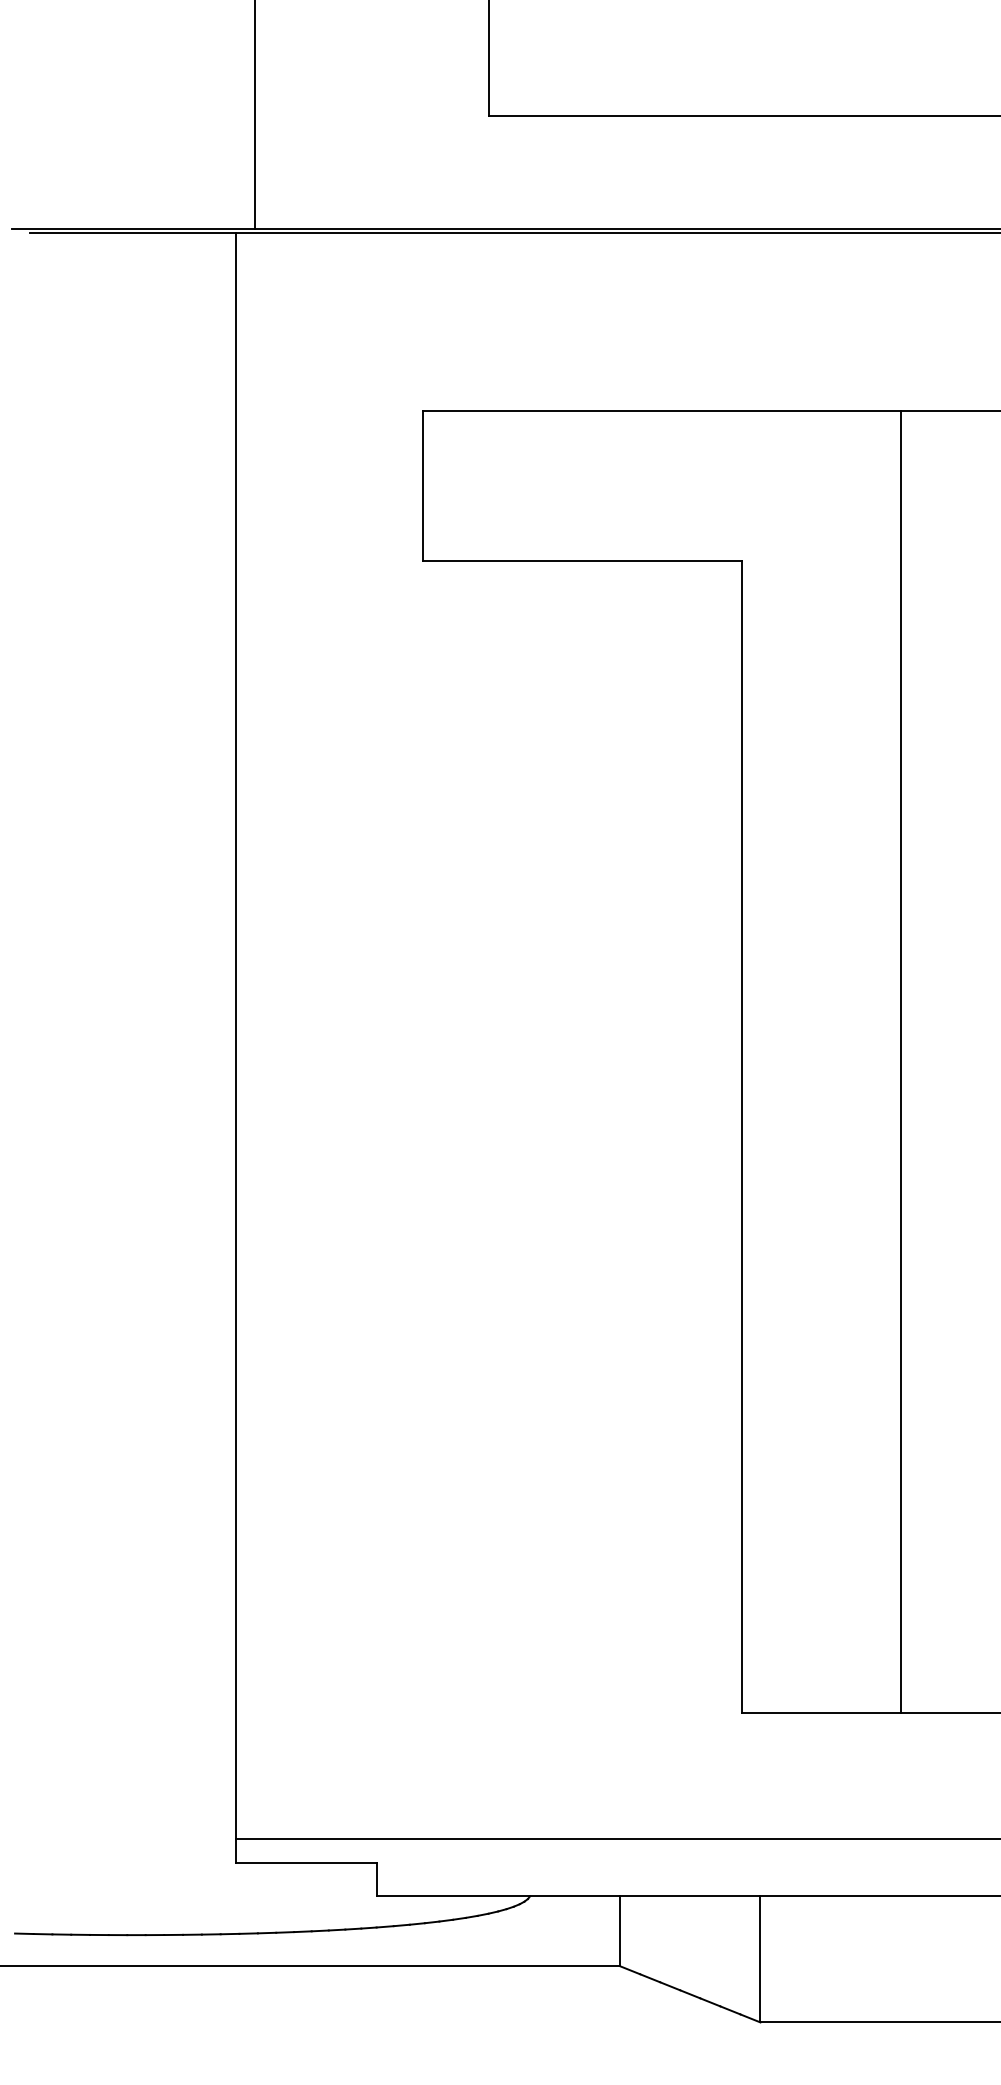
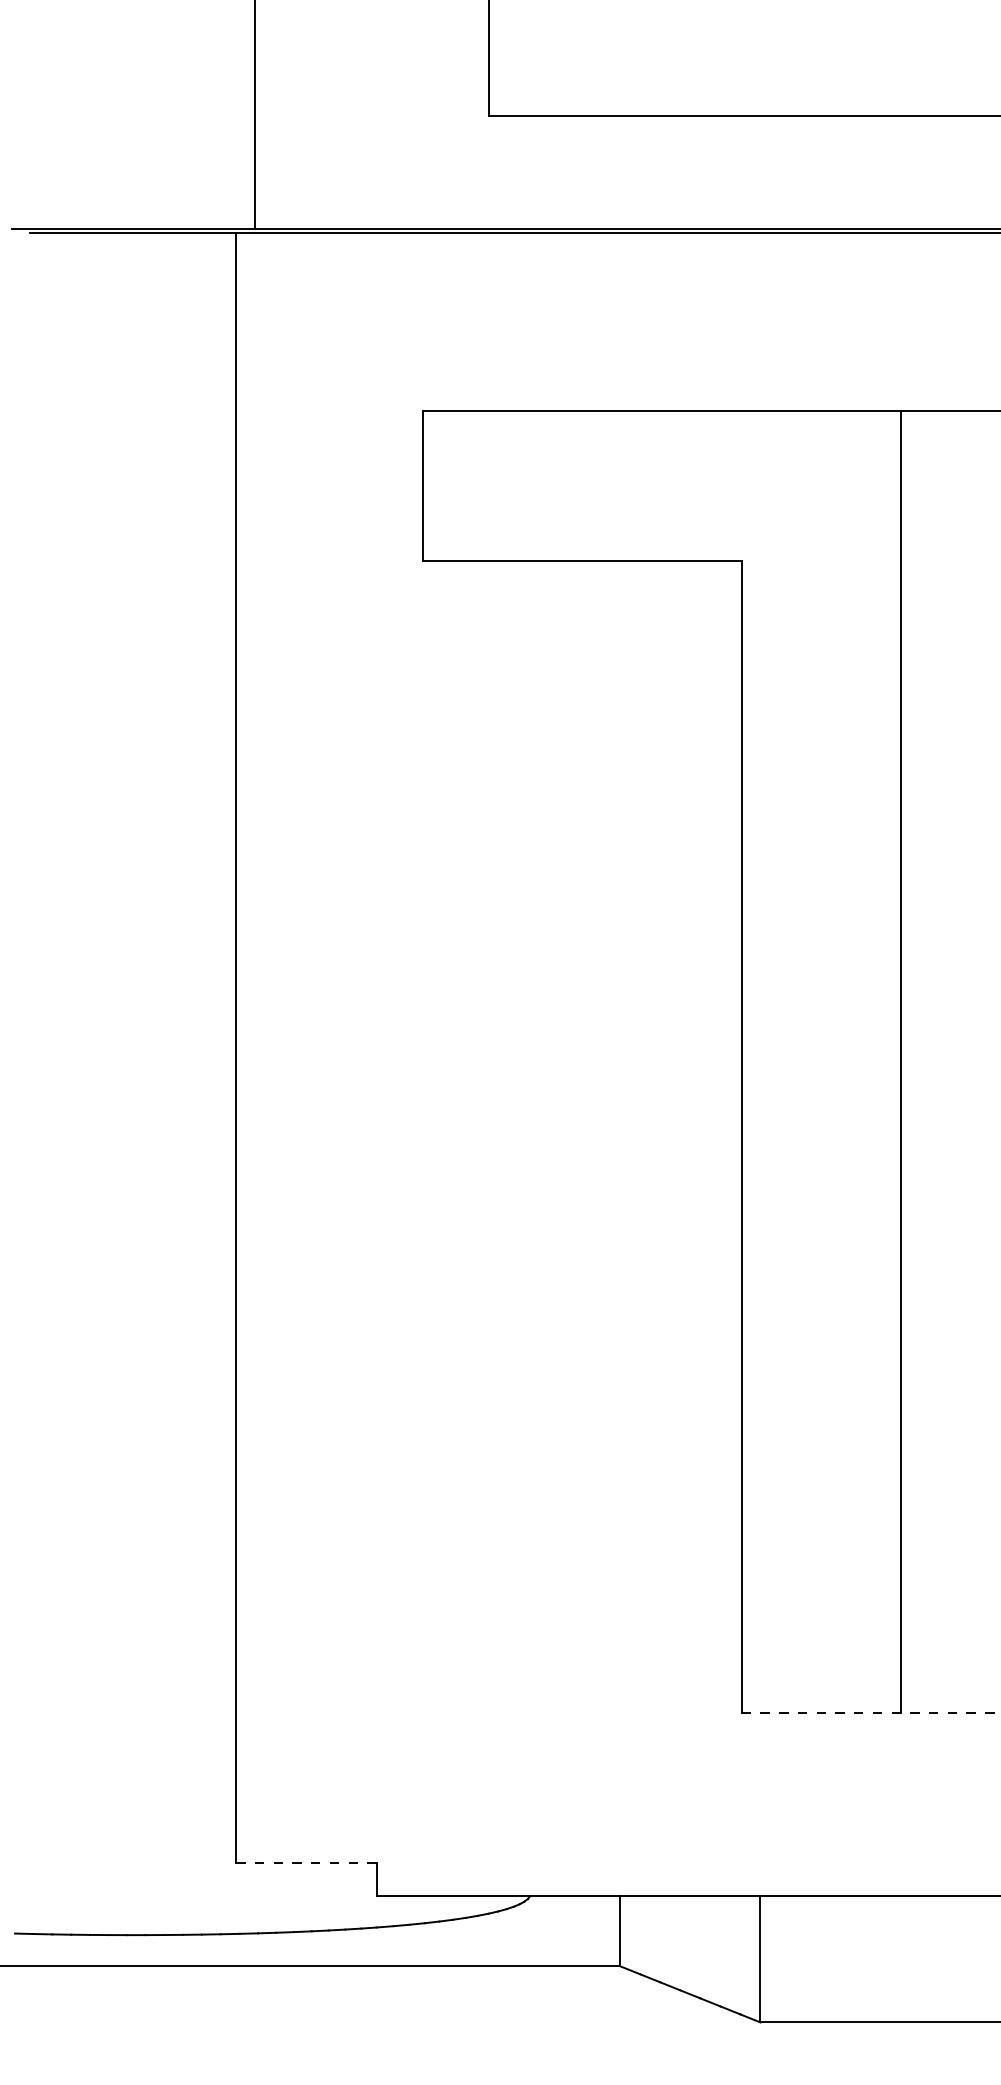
line at (871, 1712): solid -> dashed
line at (616, 1838): present -> none
line at (306, 1863): solid -> dashed
